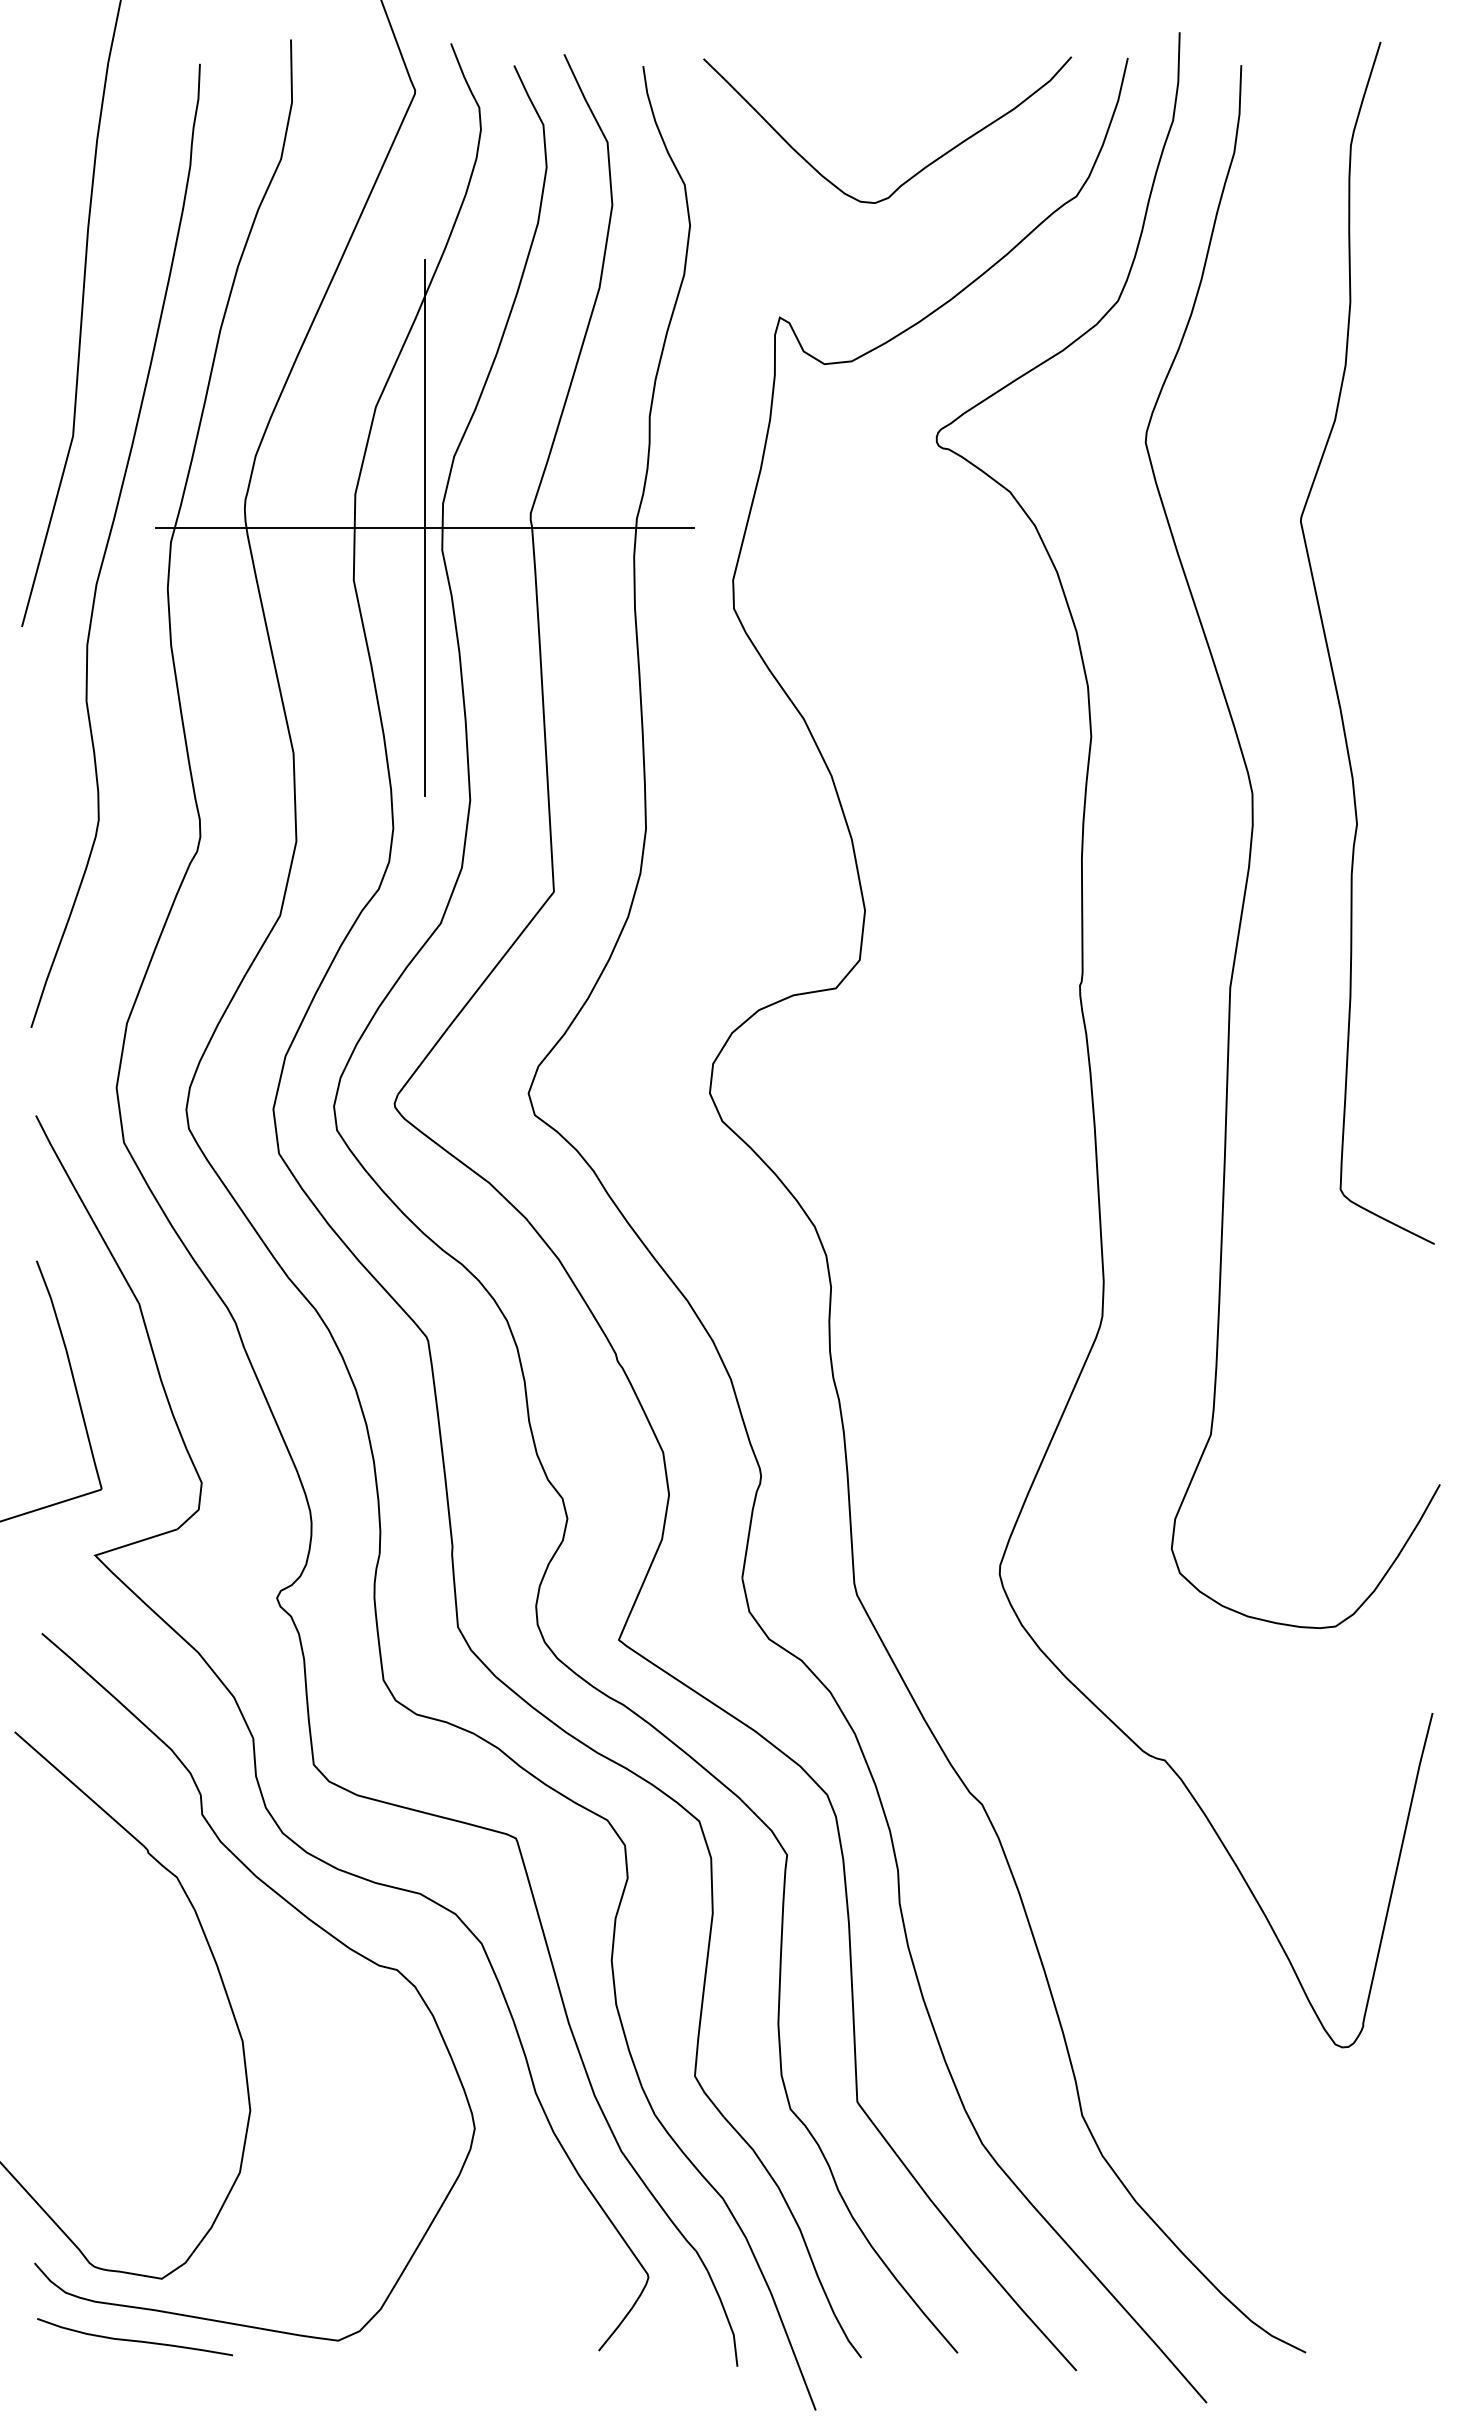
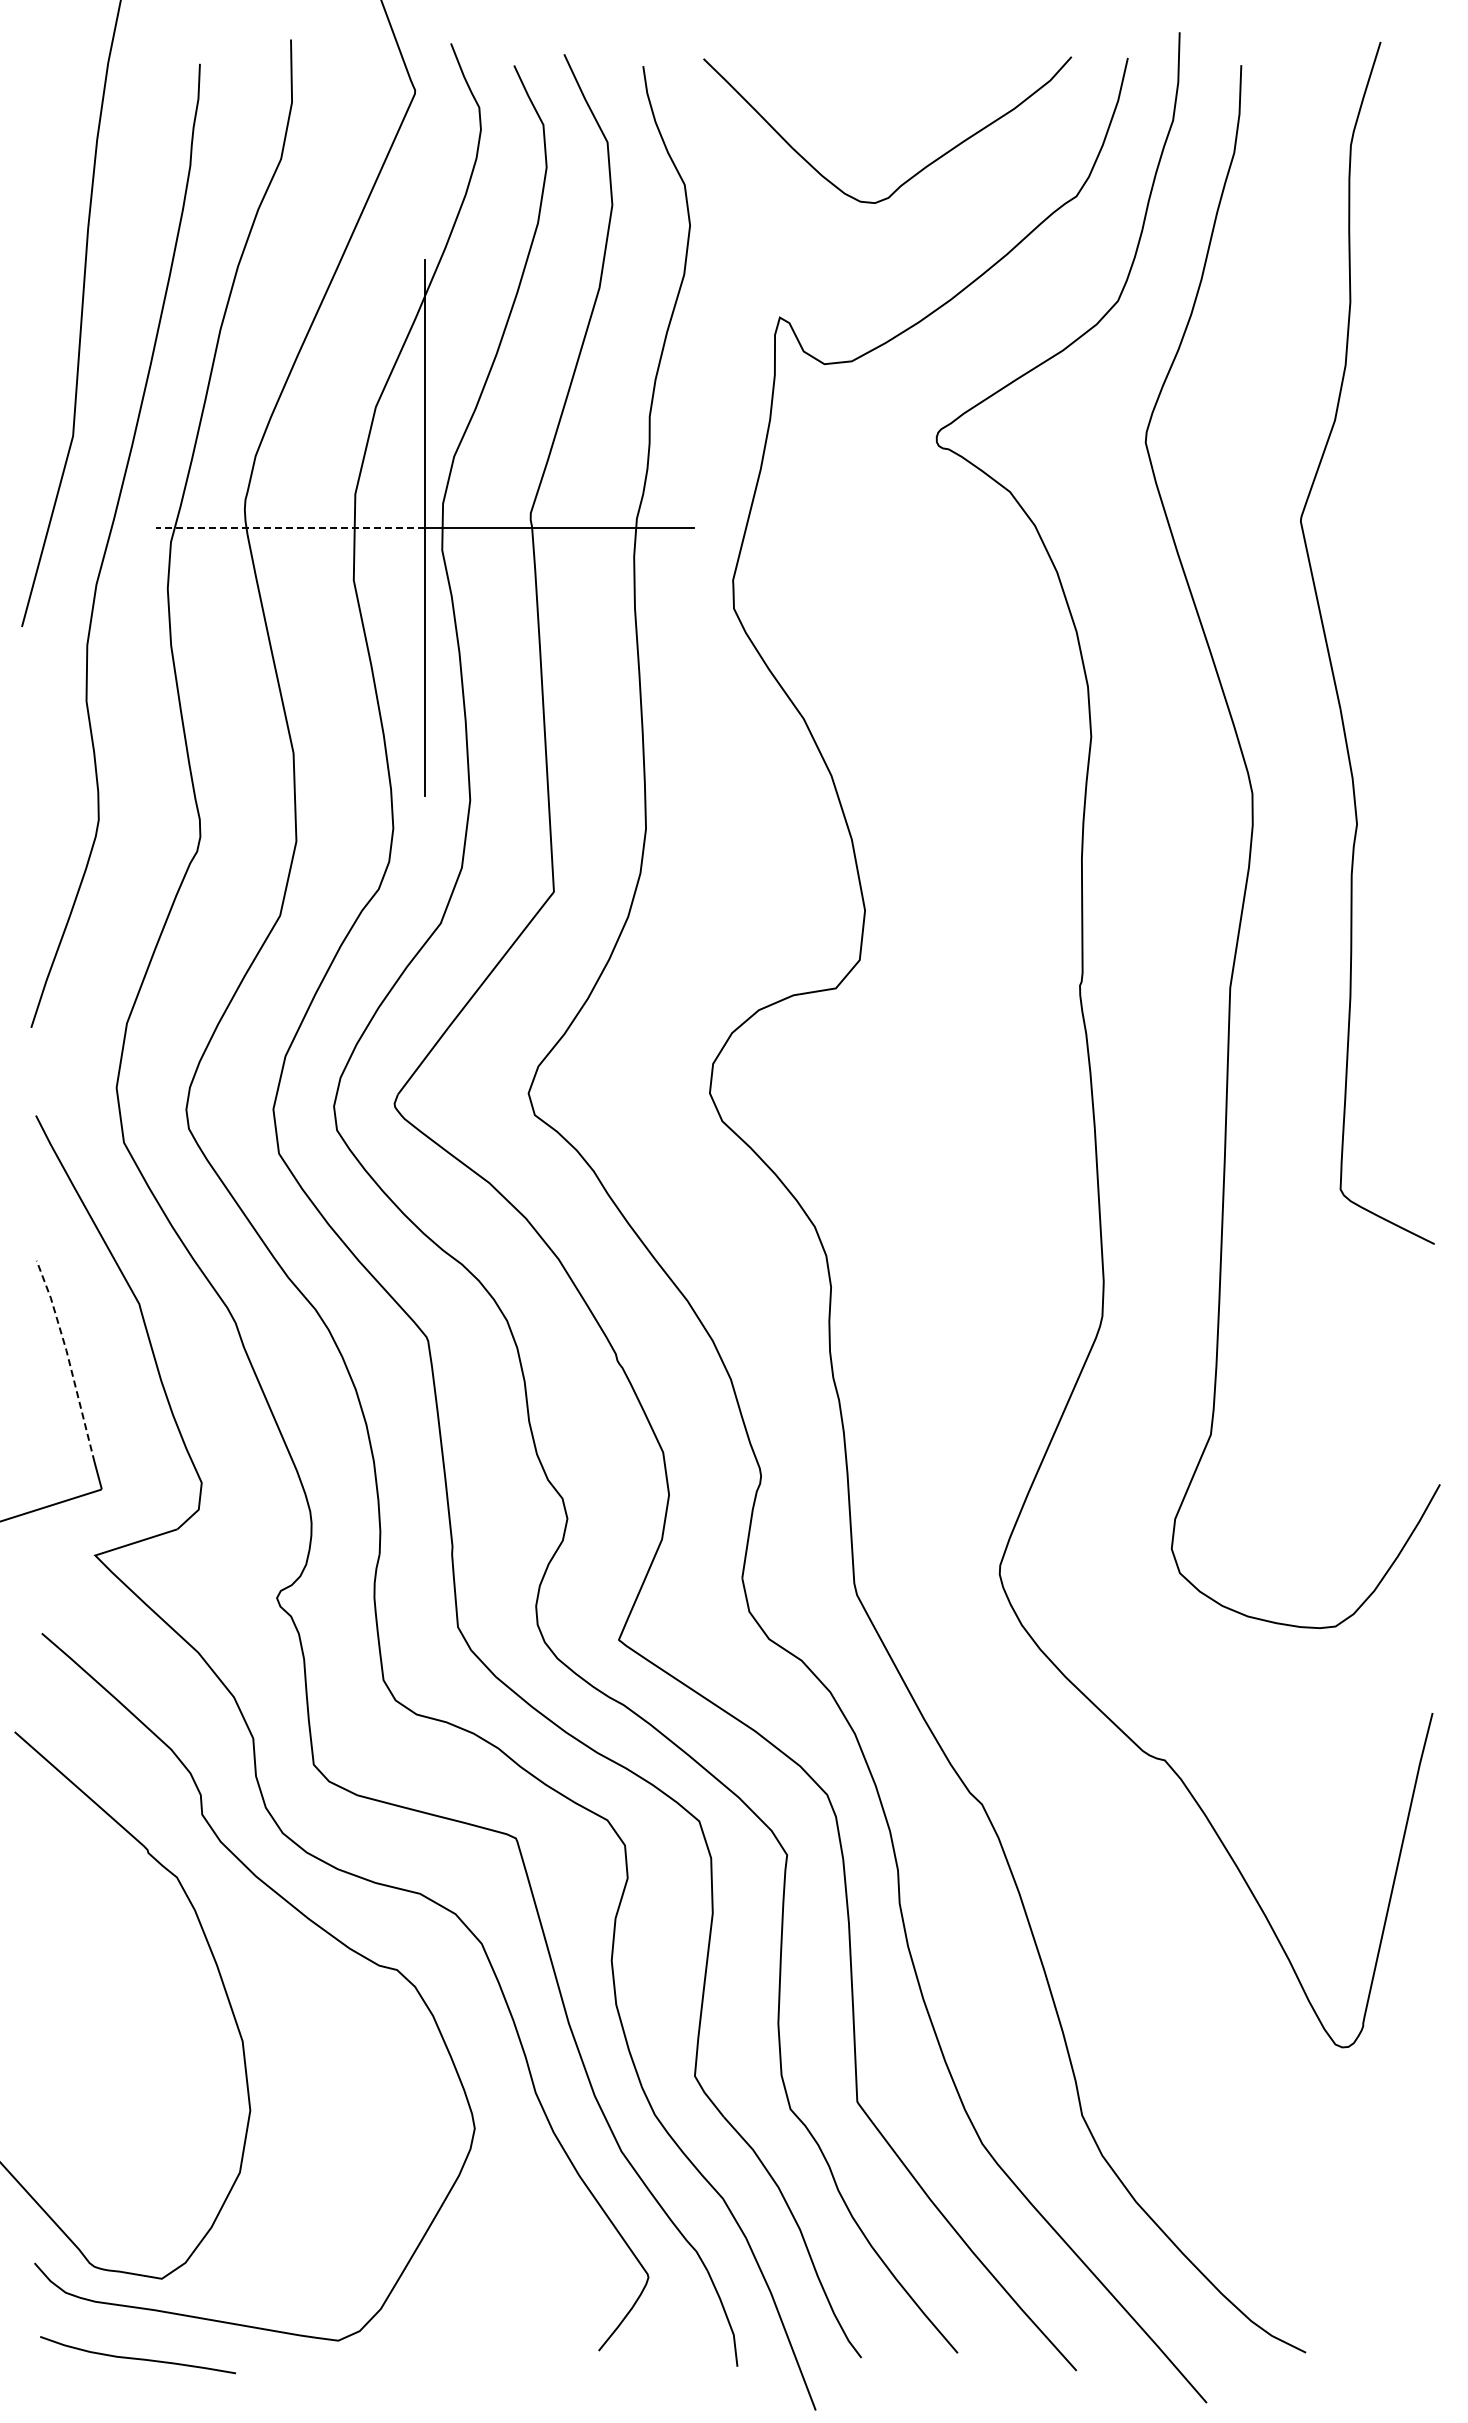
line at (289, 527): solid -> dashed
line at (68, 1359): solid -> dashed
curve at (132, 2339) position: (132, 2339) -> (135, 2357)
